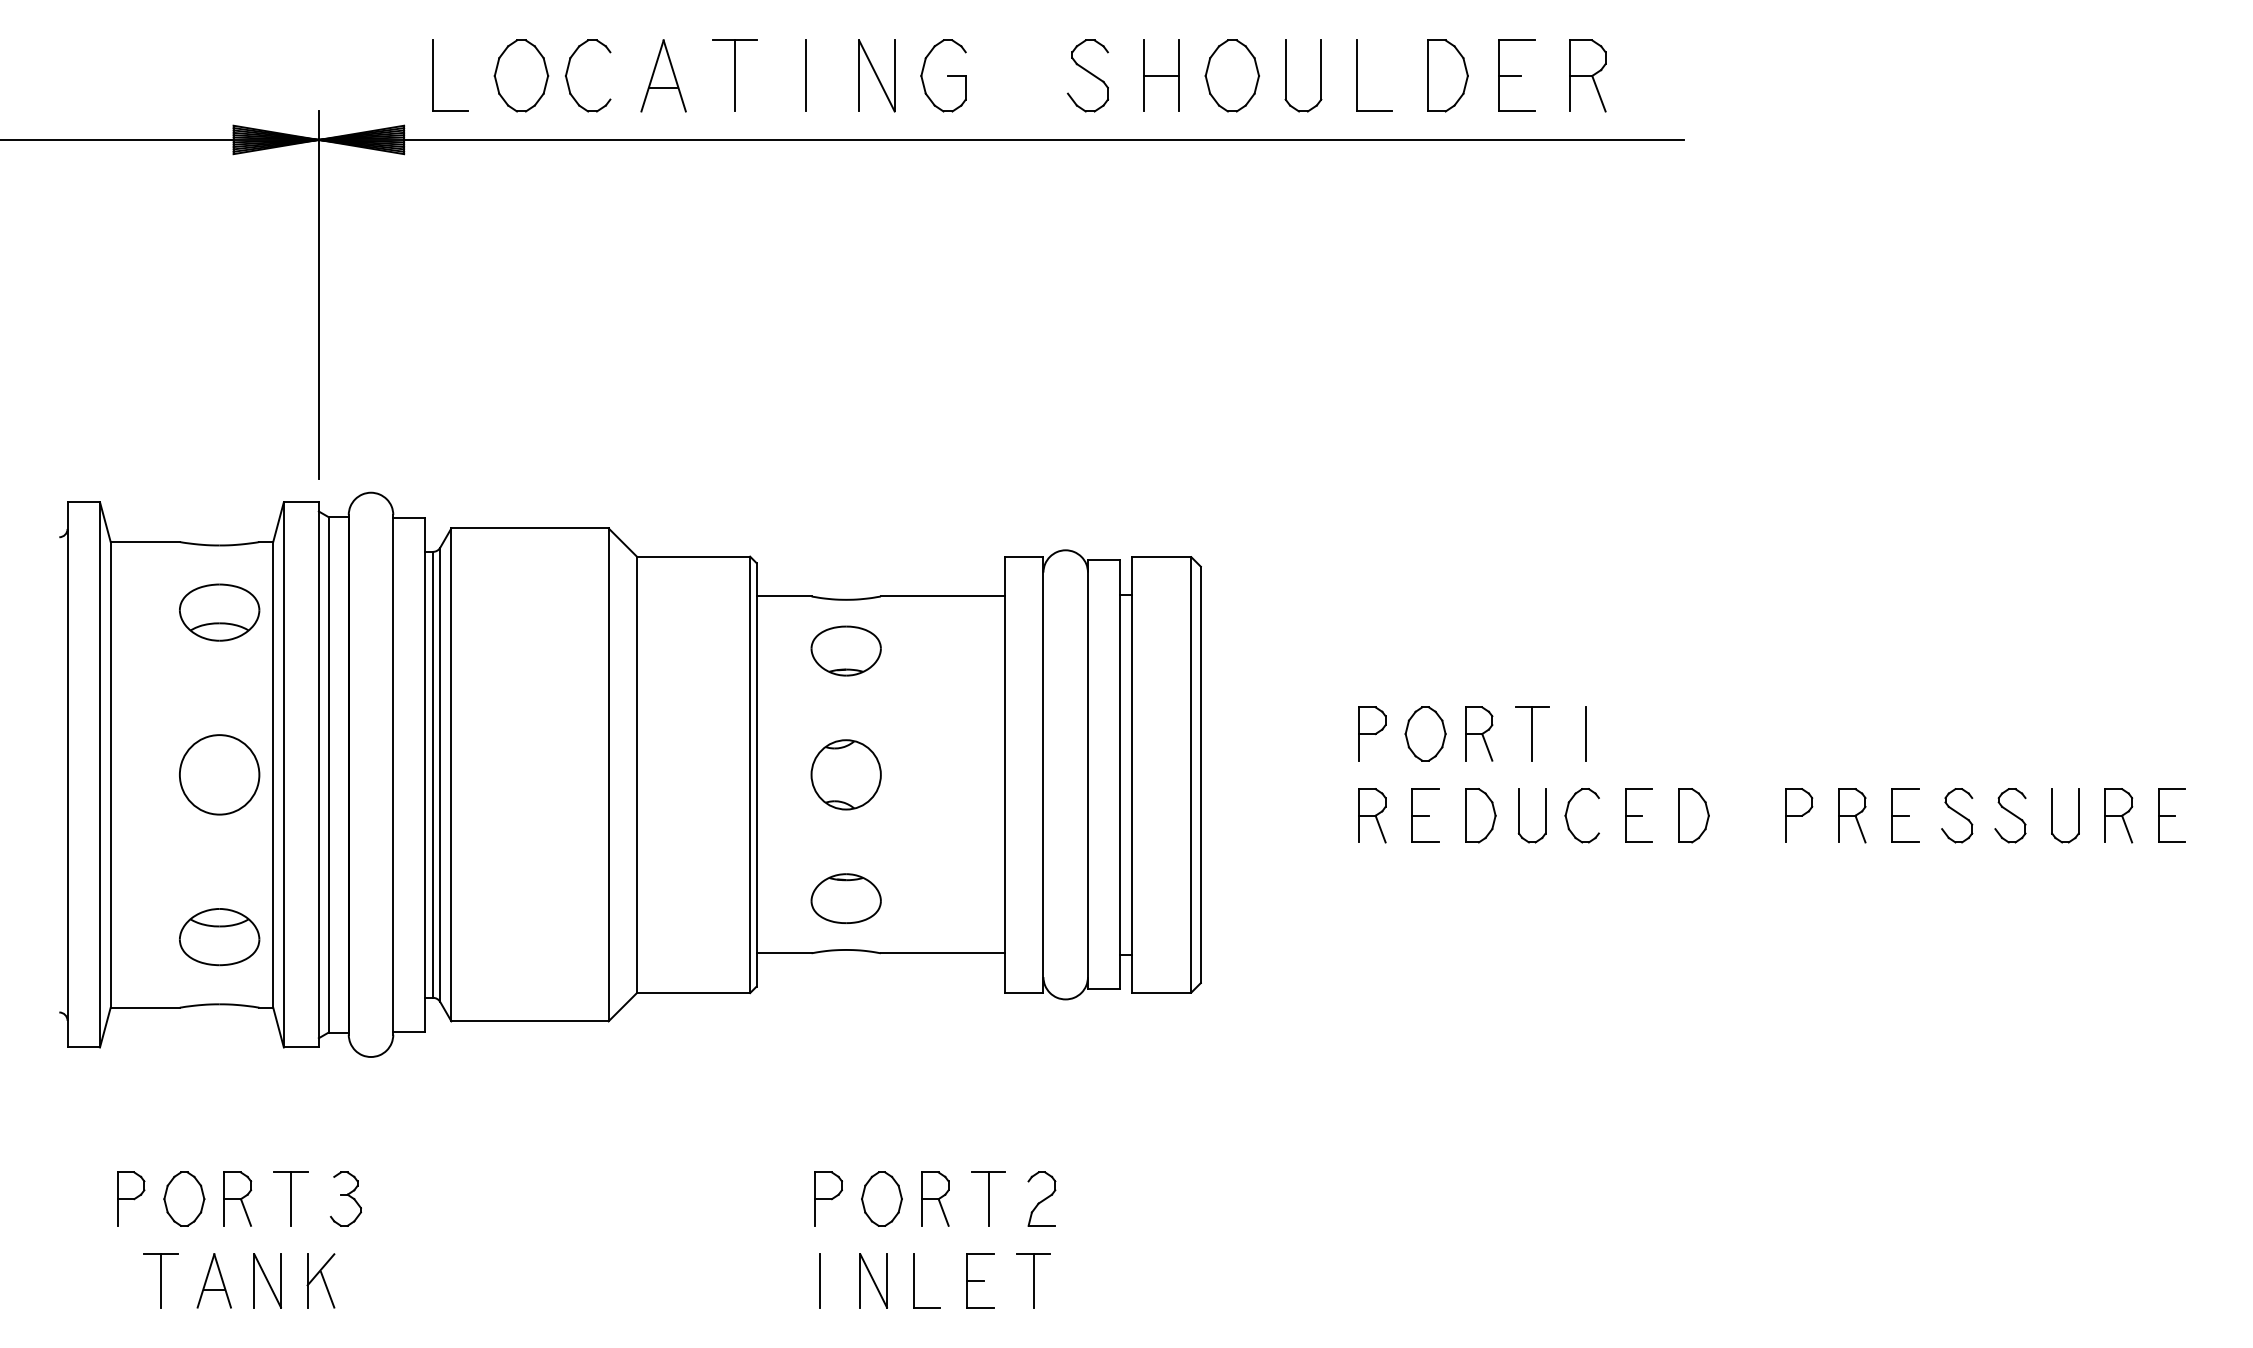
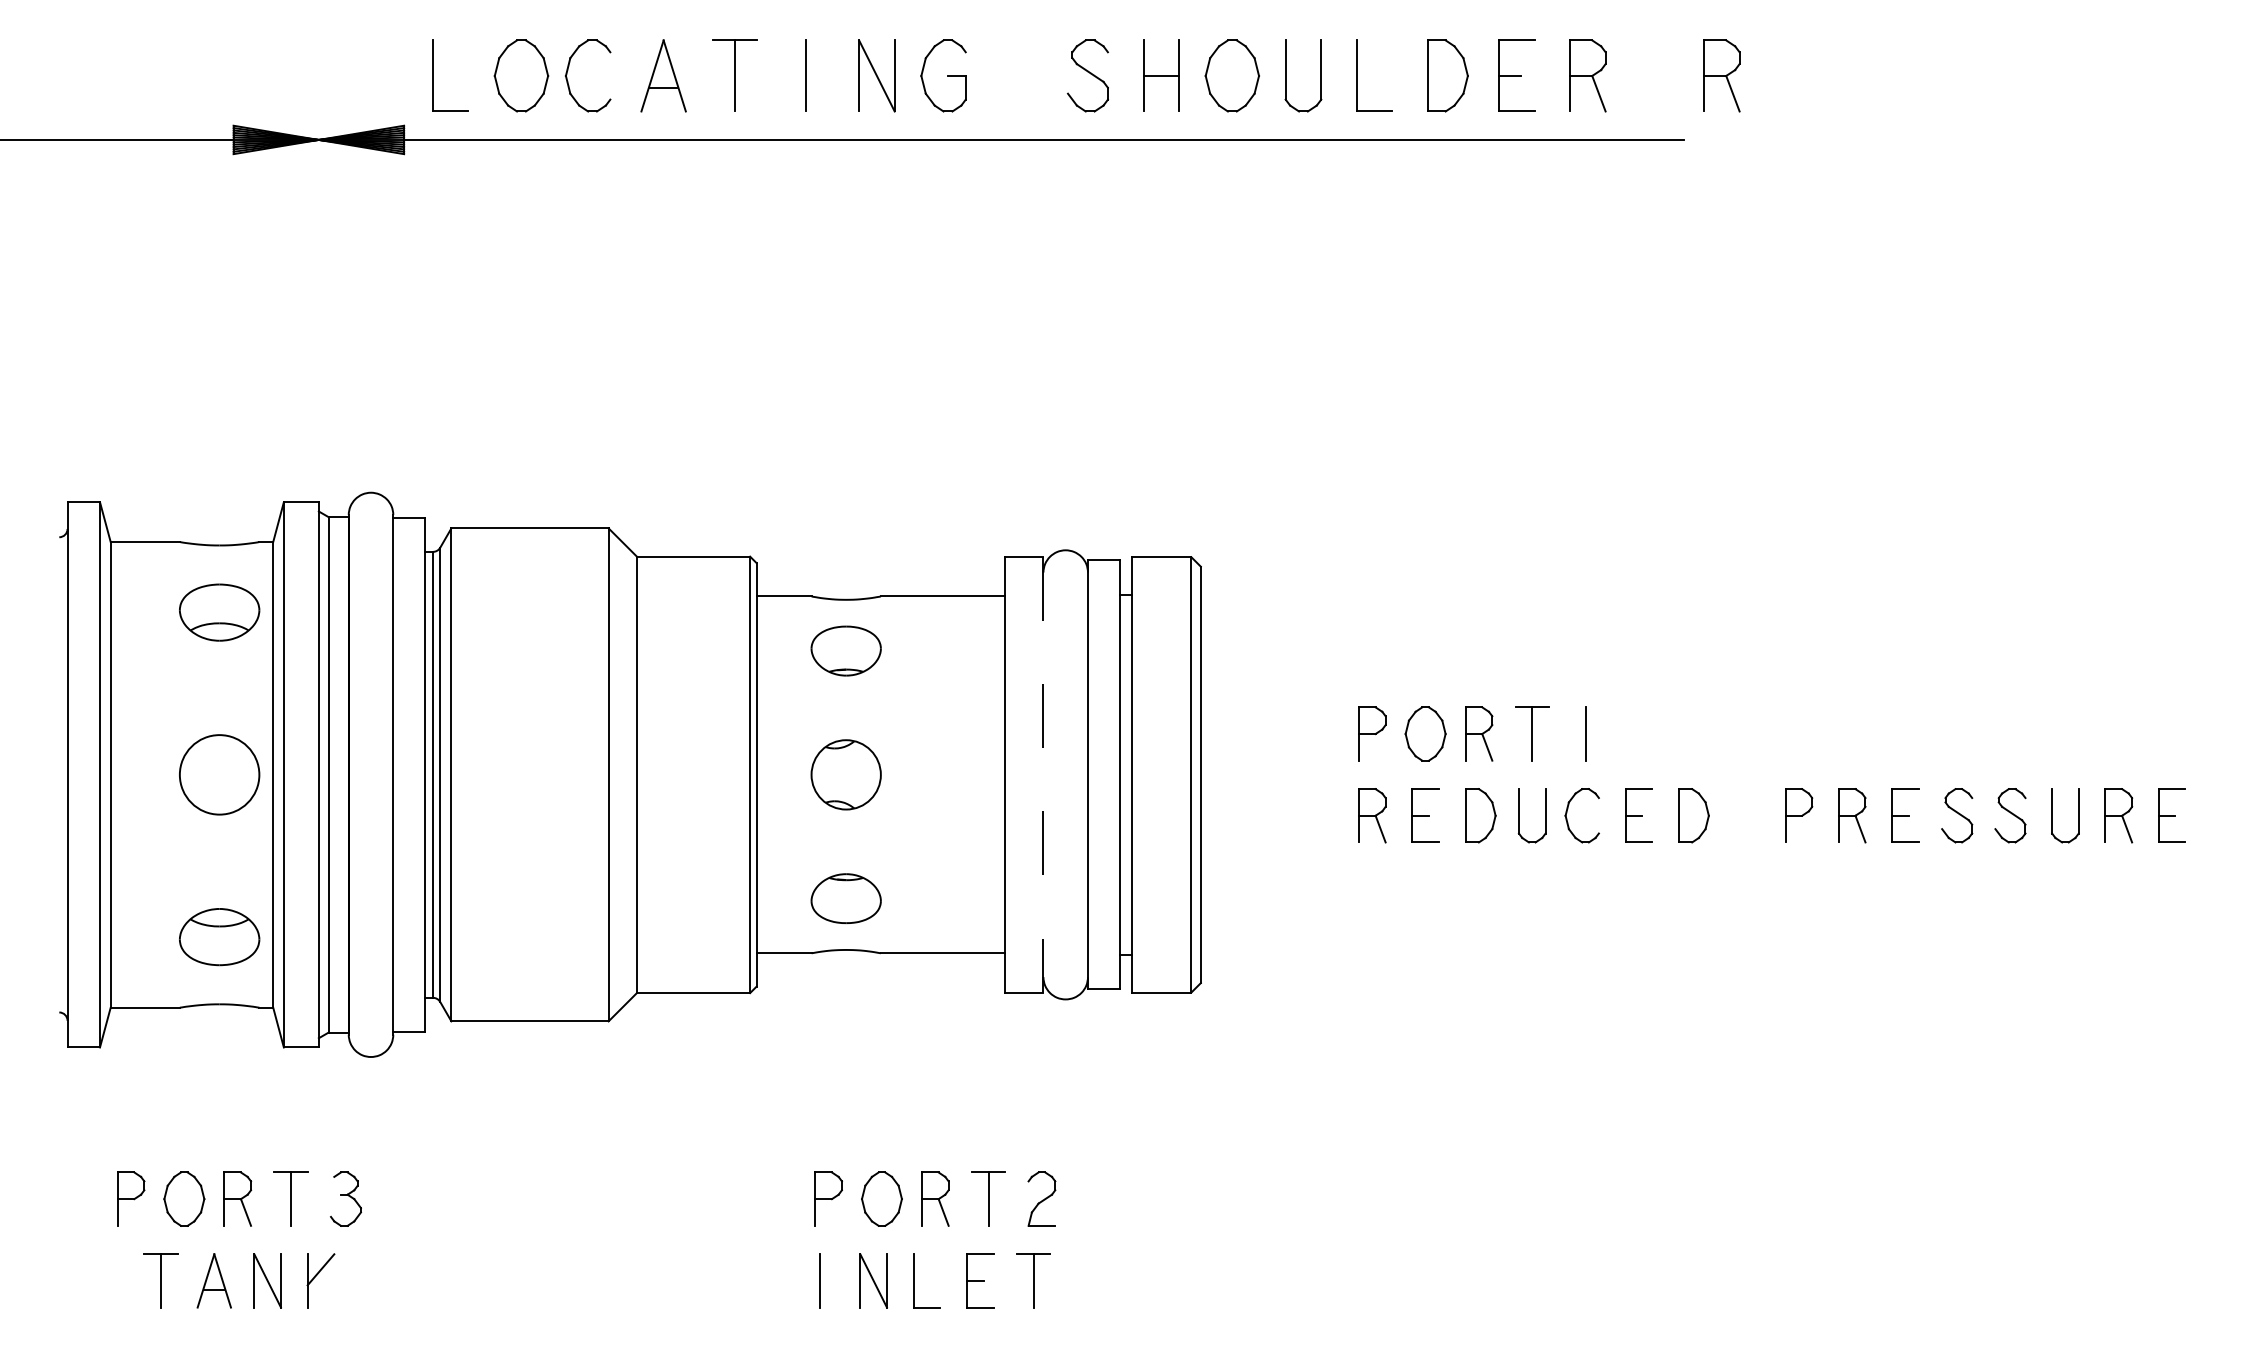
part at (1721, 75): none -> present
line at (318, 294): present -> none
line at (1043, 774): solid -> dashed
line at (327, 1289): present -> none
